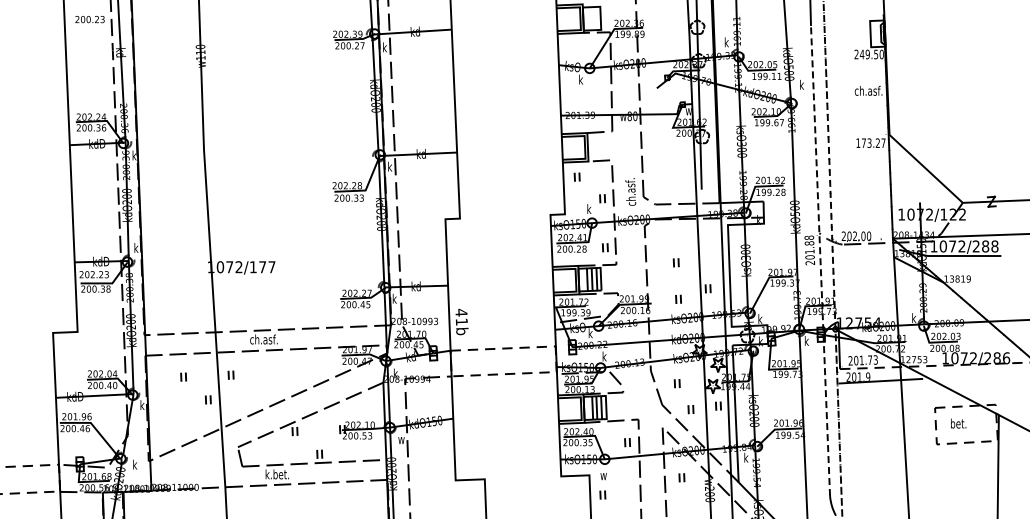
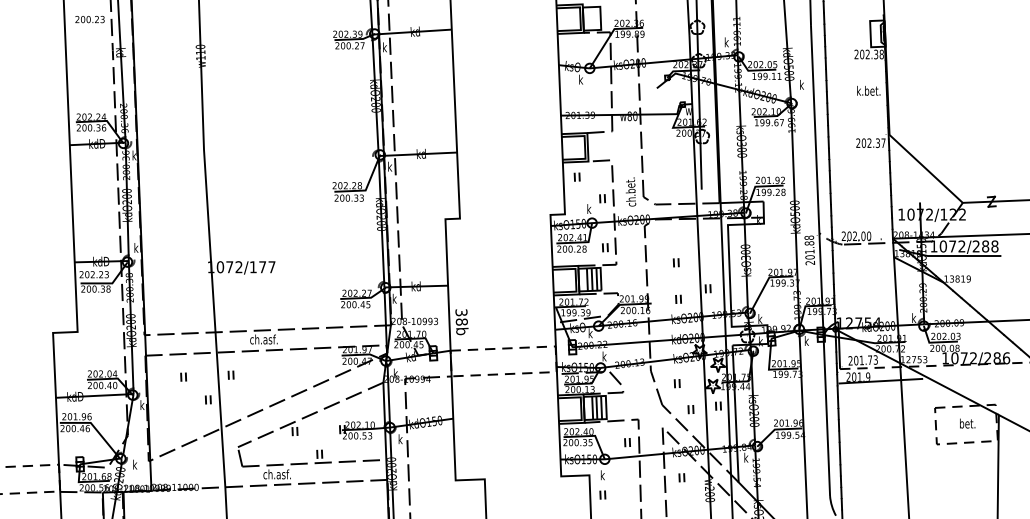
text at (871, 54): 249.50 -> 202.38
text at (868, 90): ch.asf. -> k.bet.
text at (867, 143): 173.27 -> 202.37
text at (630, 191): ch.asf. -> ch.bet.
line at (832, 259): dashed -> solid
line at (820, 260): dashed -> solid
text at (461, 316): 41b -> 38b
text at (958, 423) position: (958, 423) -> (967, 423)
text at (401, 438): w -> k
text at (276, 474): k.bet. -> ch.asf.
text at (603, 475): w -> k
